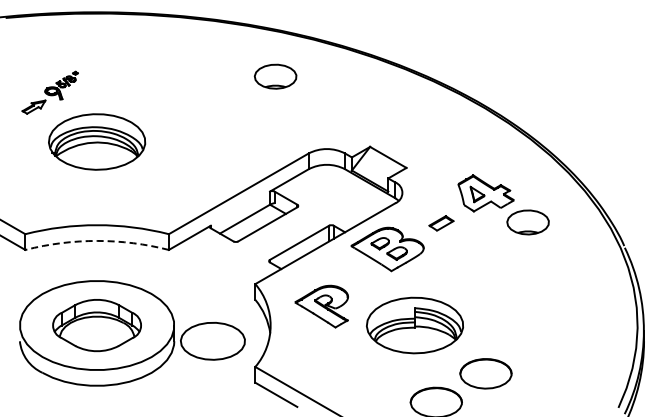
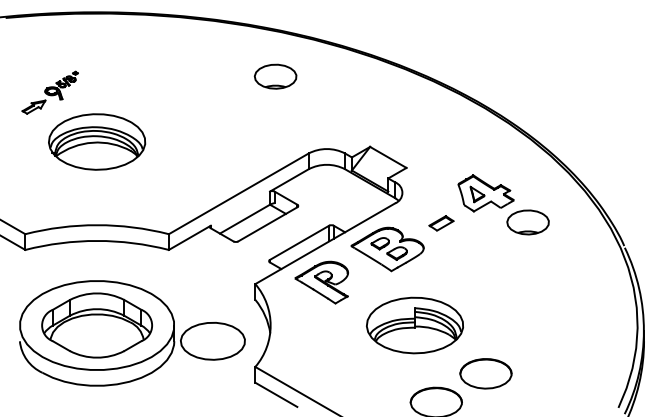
arc at (97, 240): dashed -> solid
part at (321, 306) position: (321, 306) -> (321, 282)
part at (96, 325) size: 90x54 px -> 112x67 px
